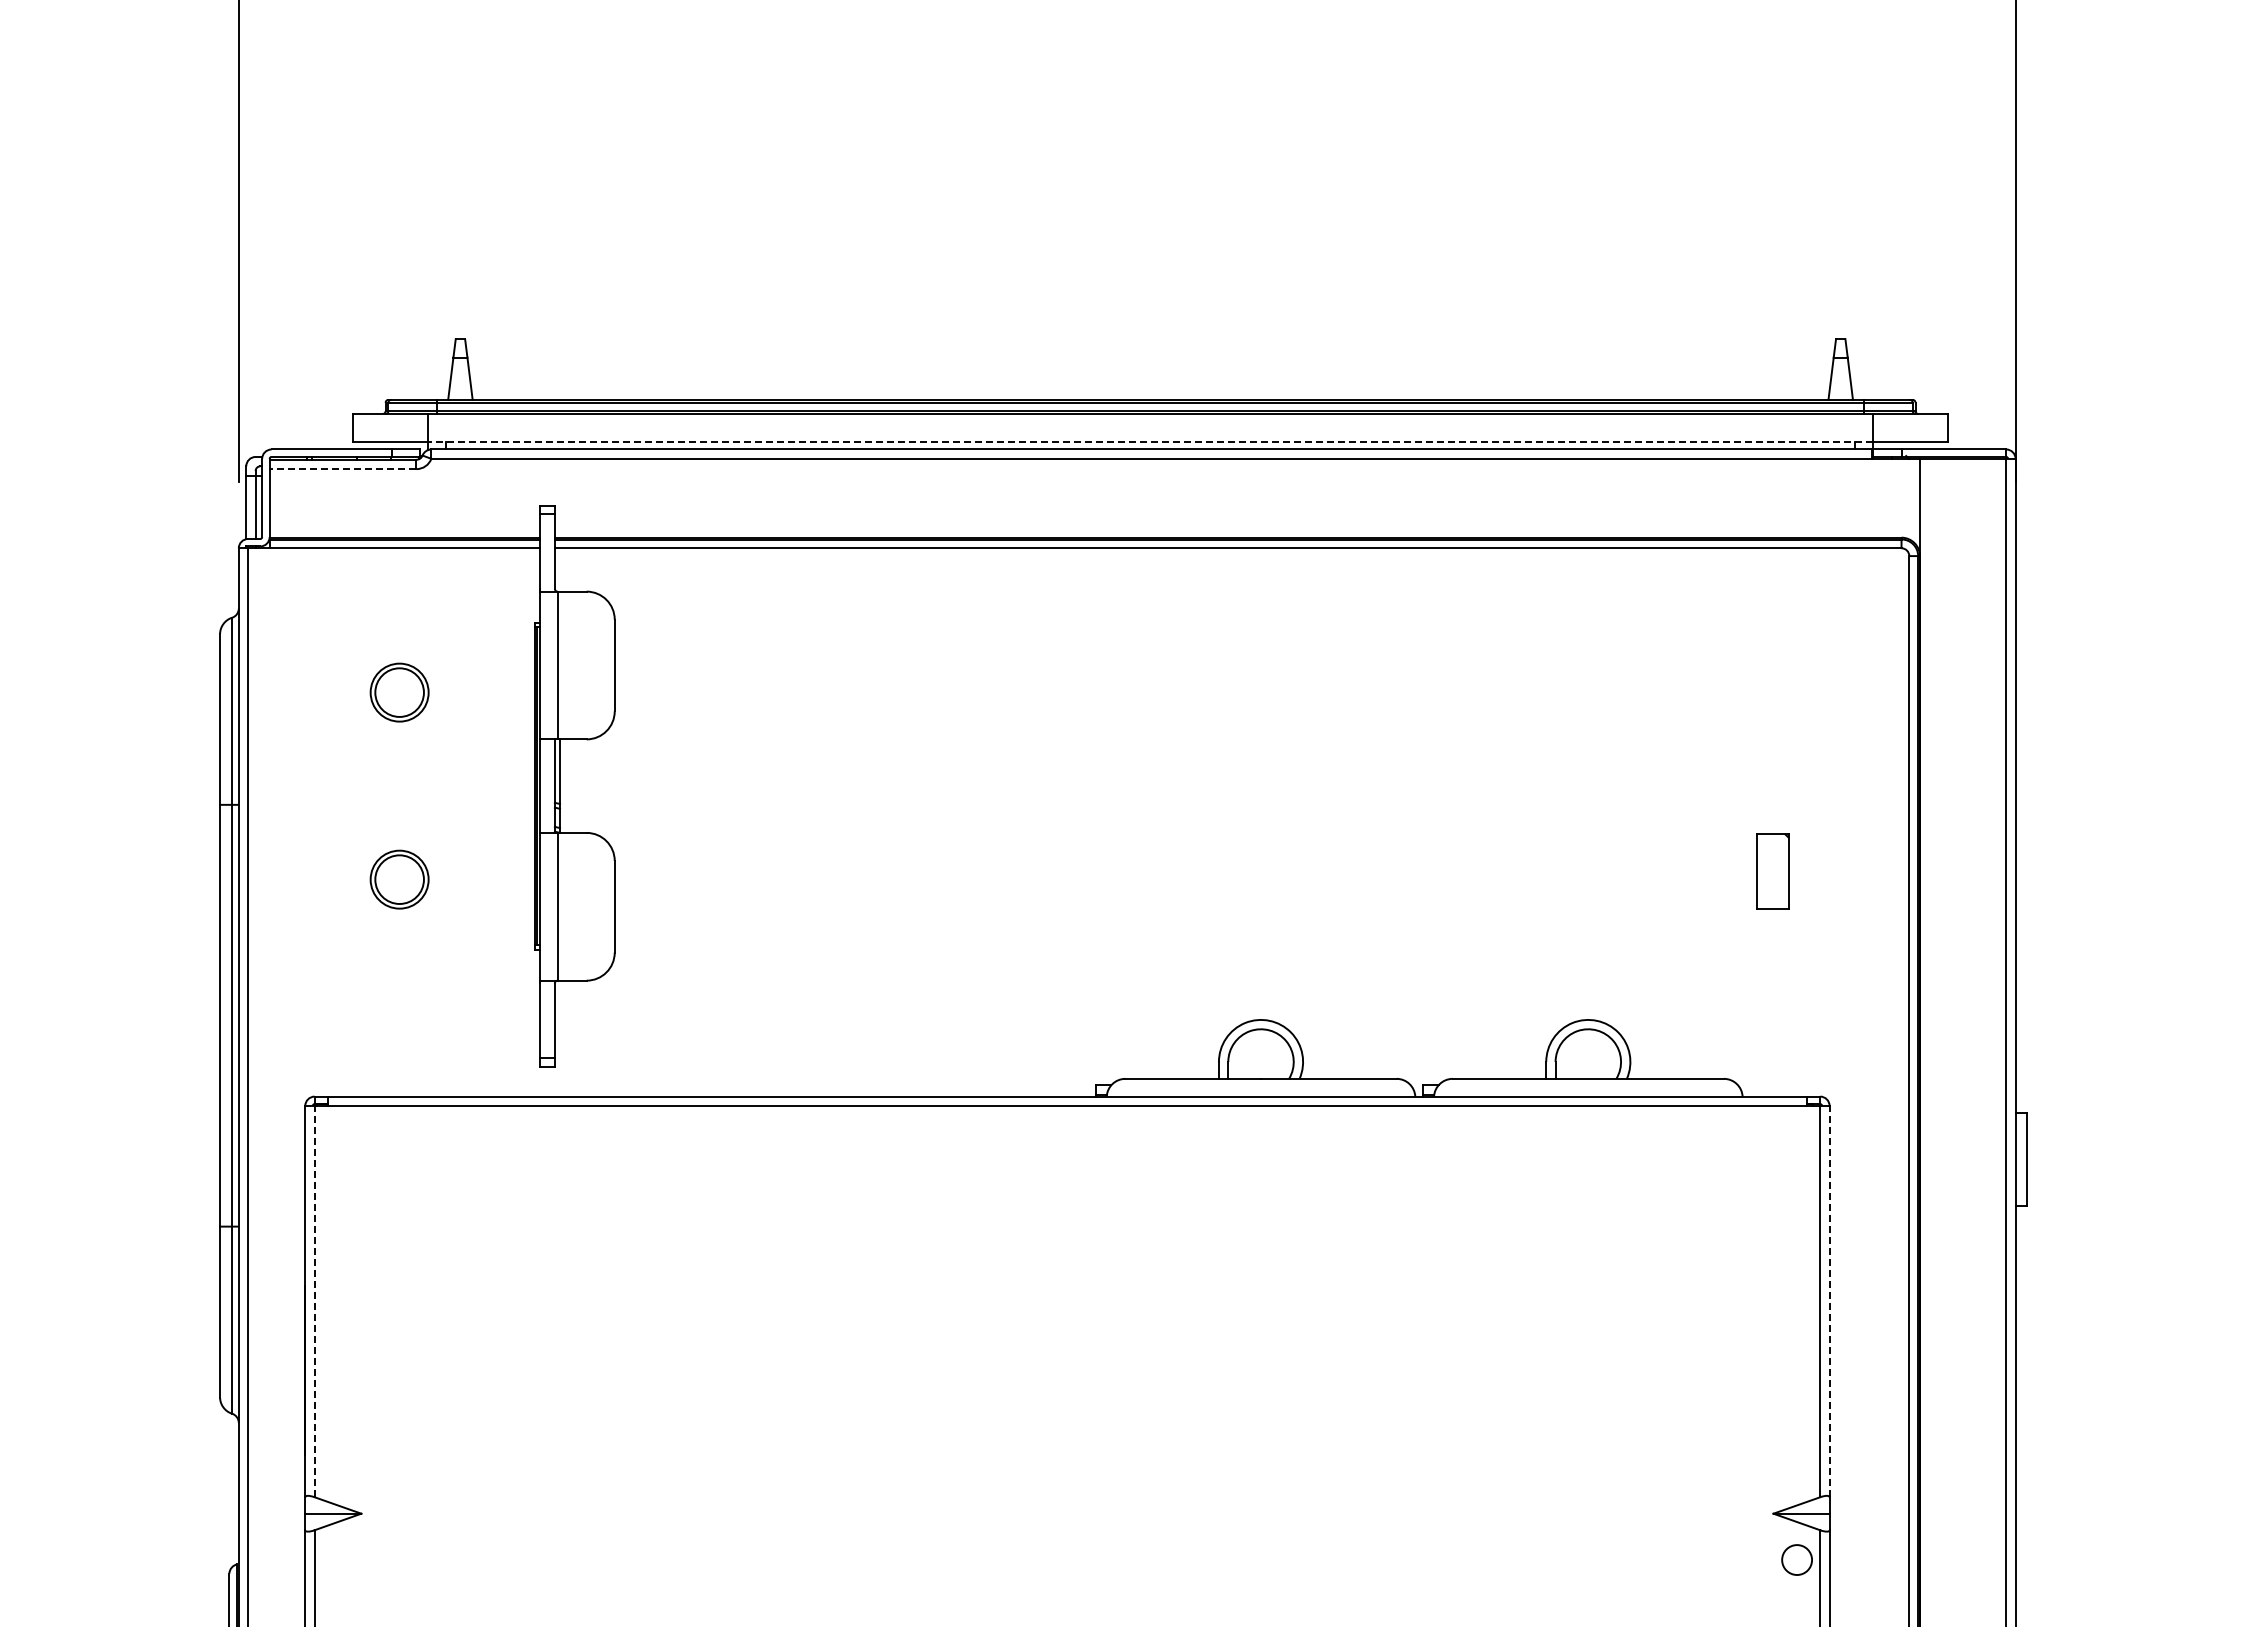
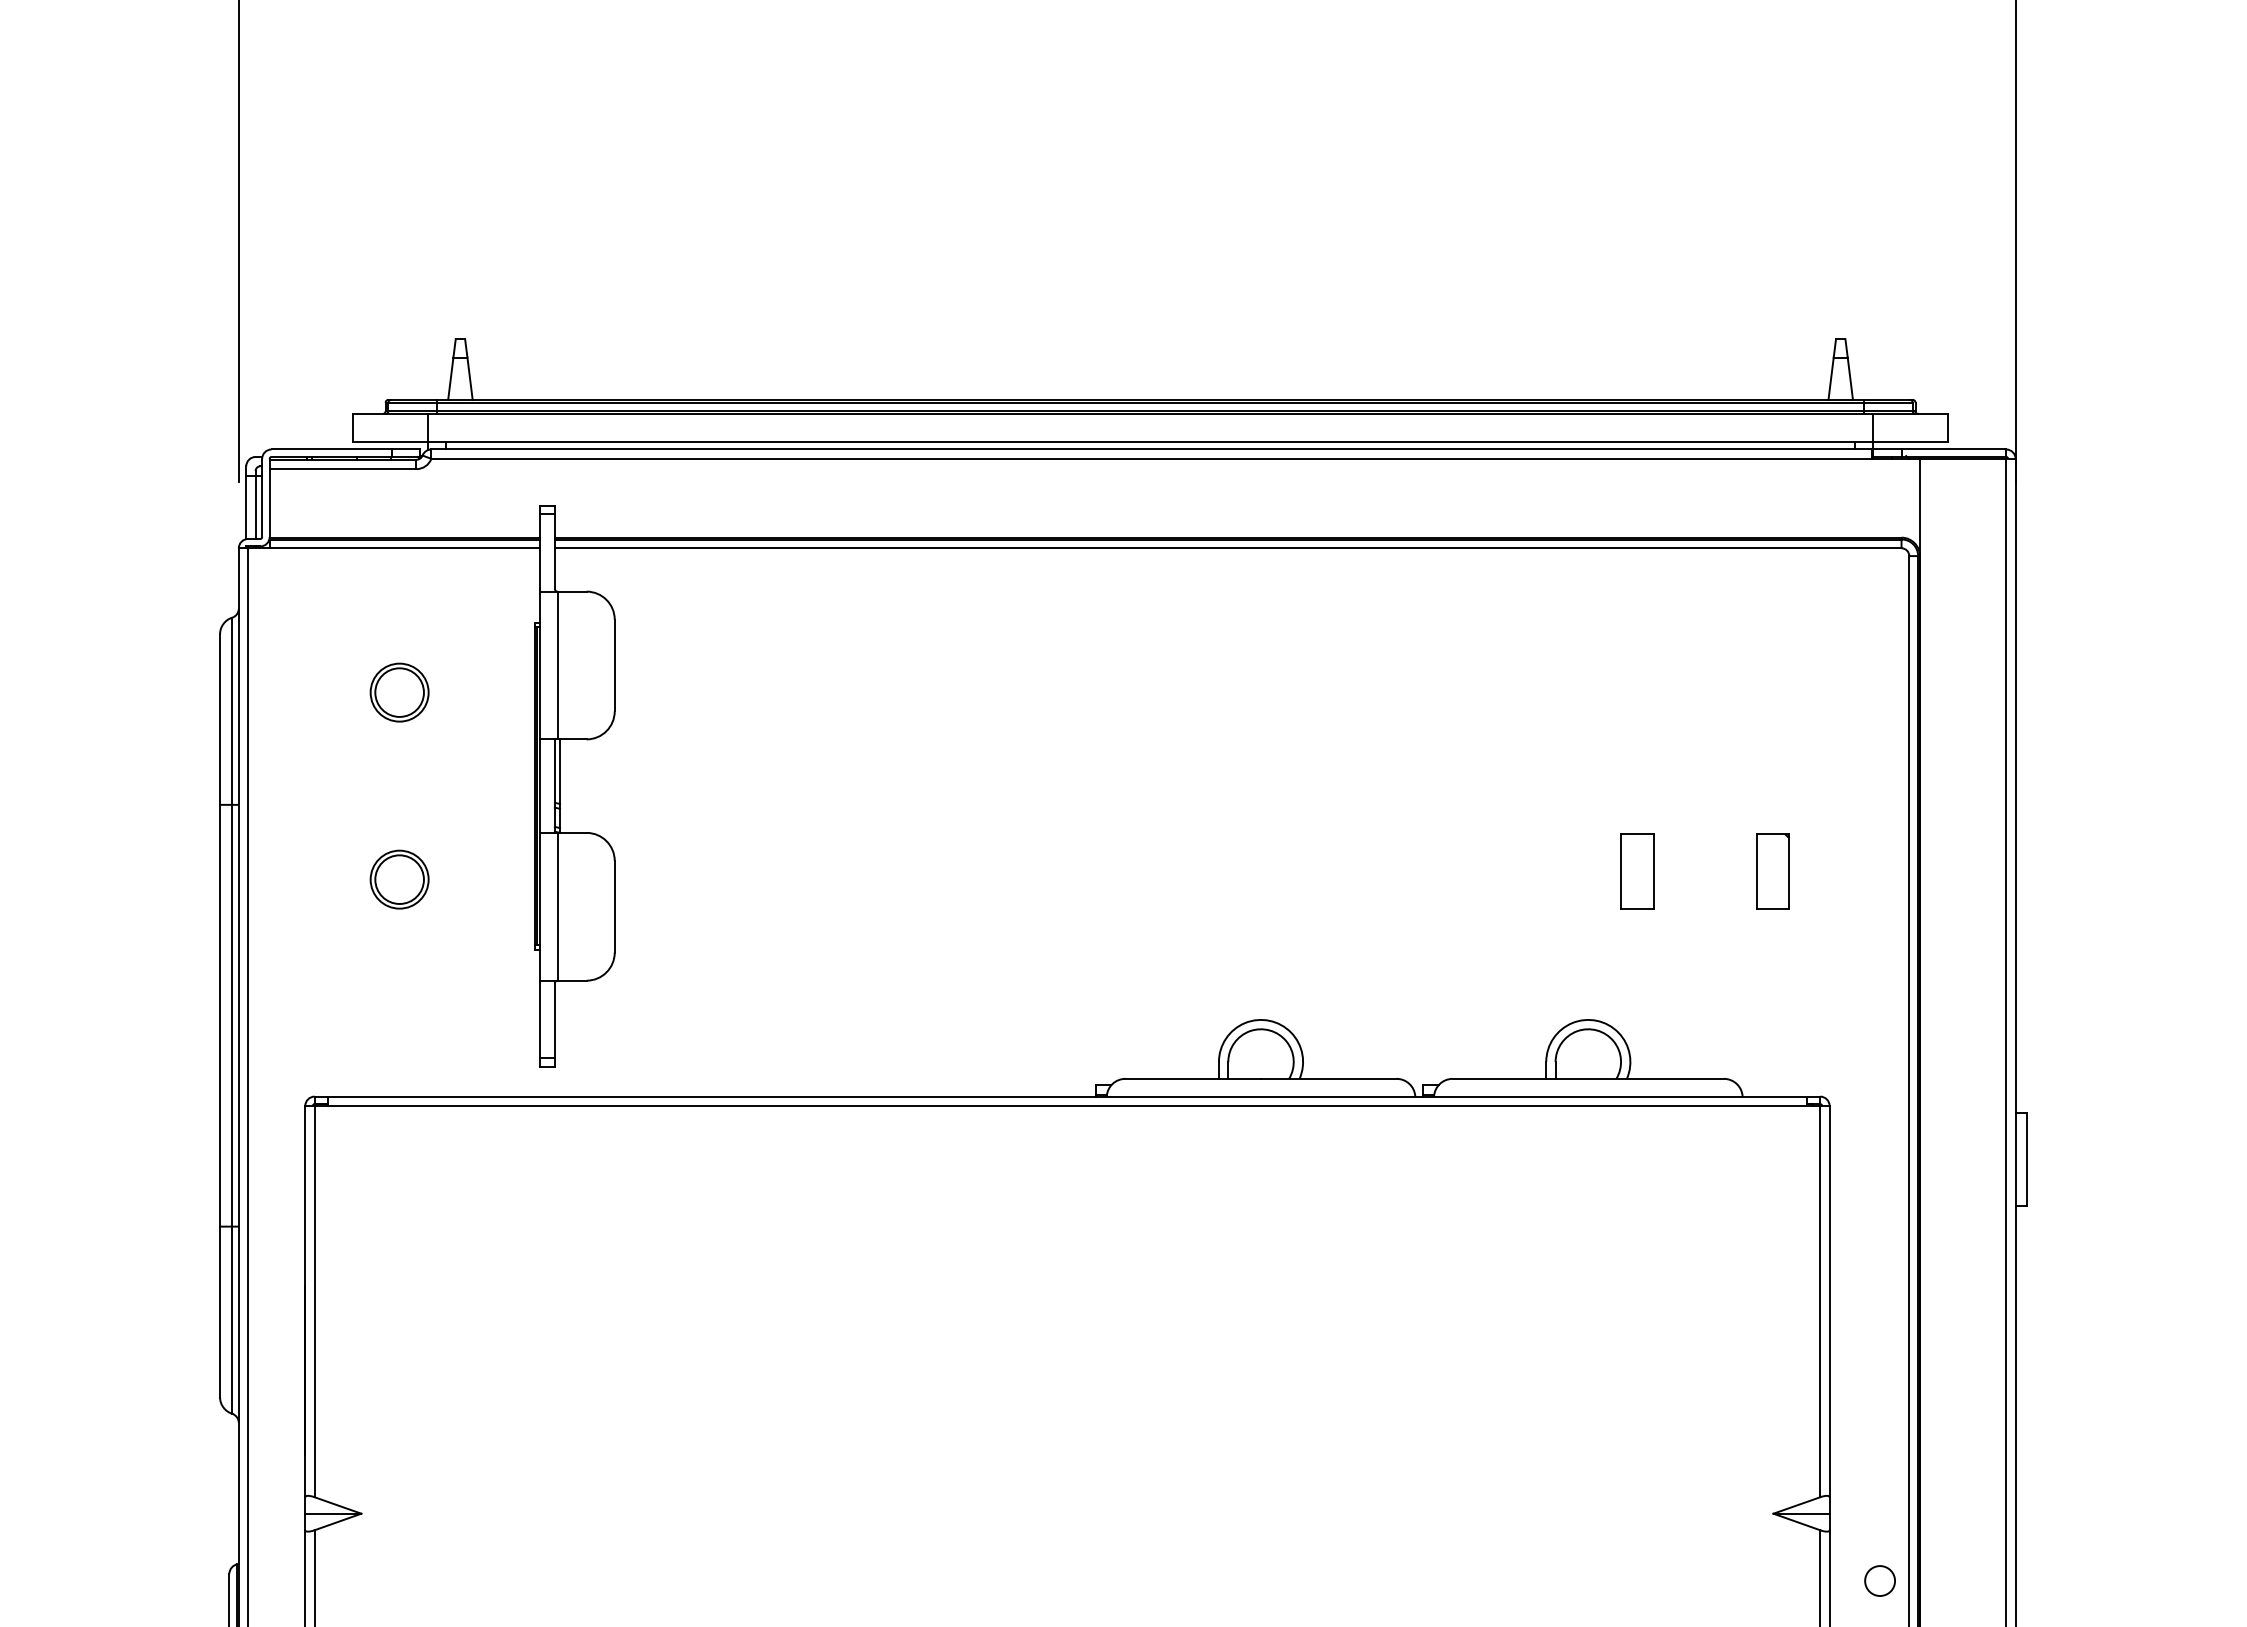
line at (1150, 442): dashed -> solid
line at (342, 469): dashed -> solid
part at (1637, 871): none -> present
line at (314, 1301): dashed -> solid
line at (1829, 1301): dashed -> solid
circle at (1796, 1559) position: (1796, 1559) -> (1879, 1580)
